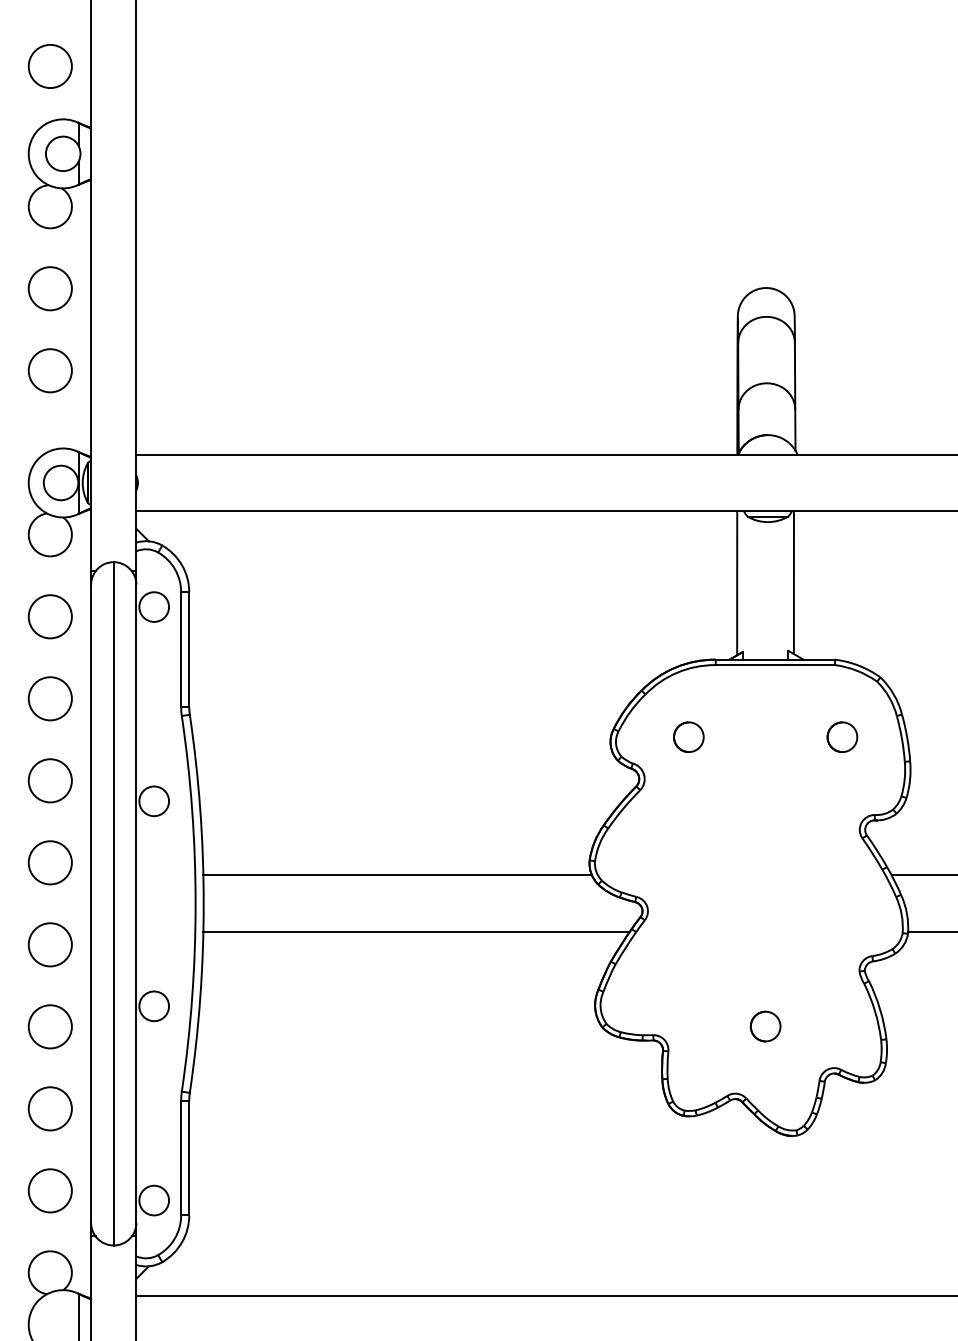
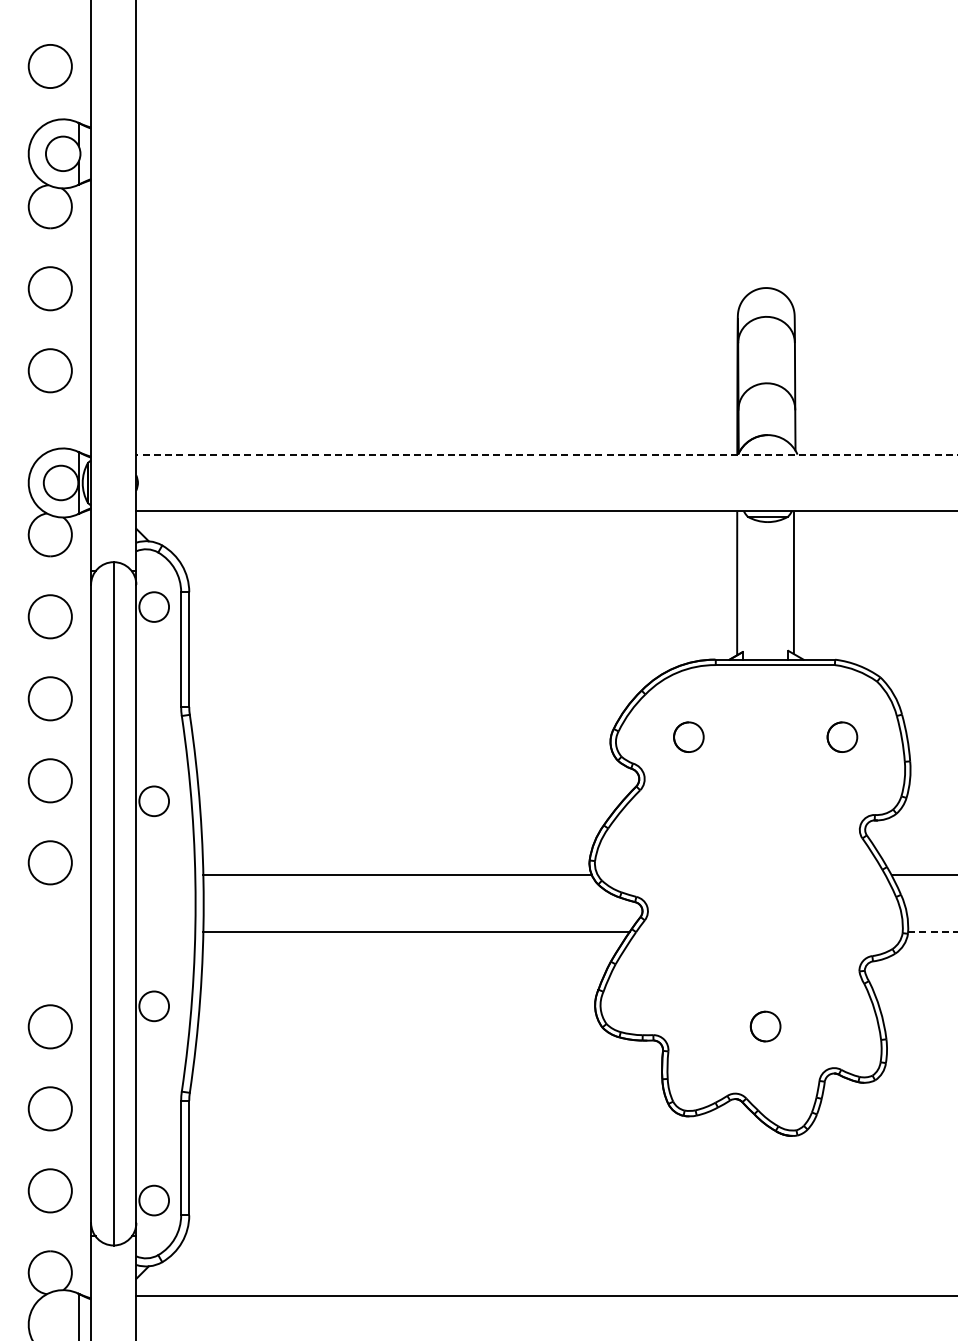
line at (546, 454): solid -> dashed
line at (933, 932): solid -> dashed
circle at (49, 944): present -> none
